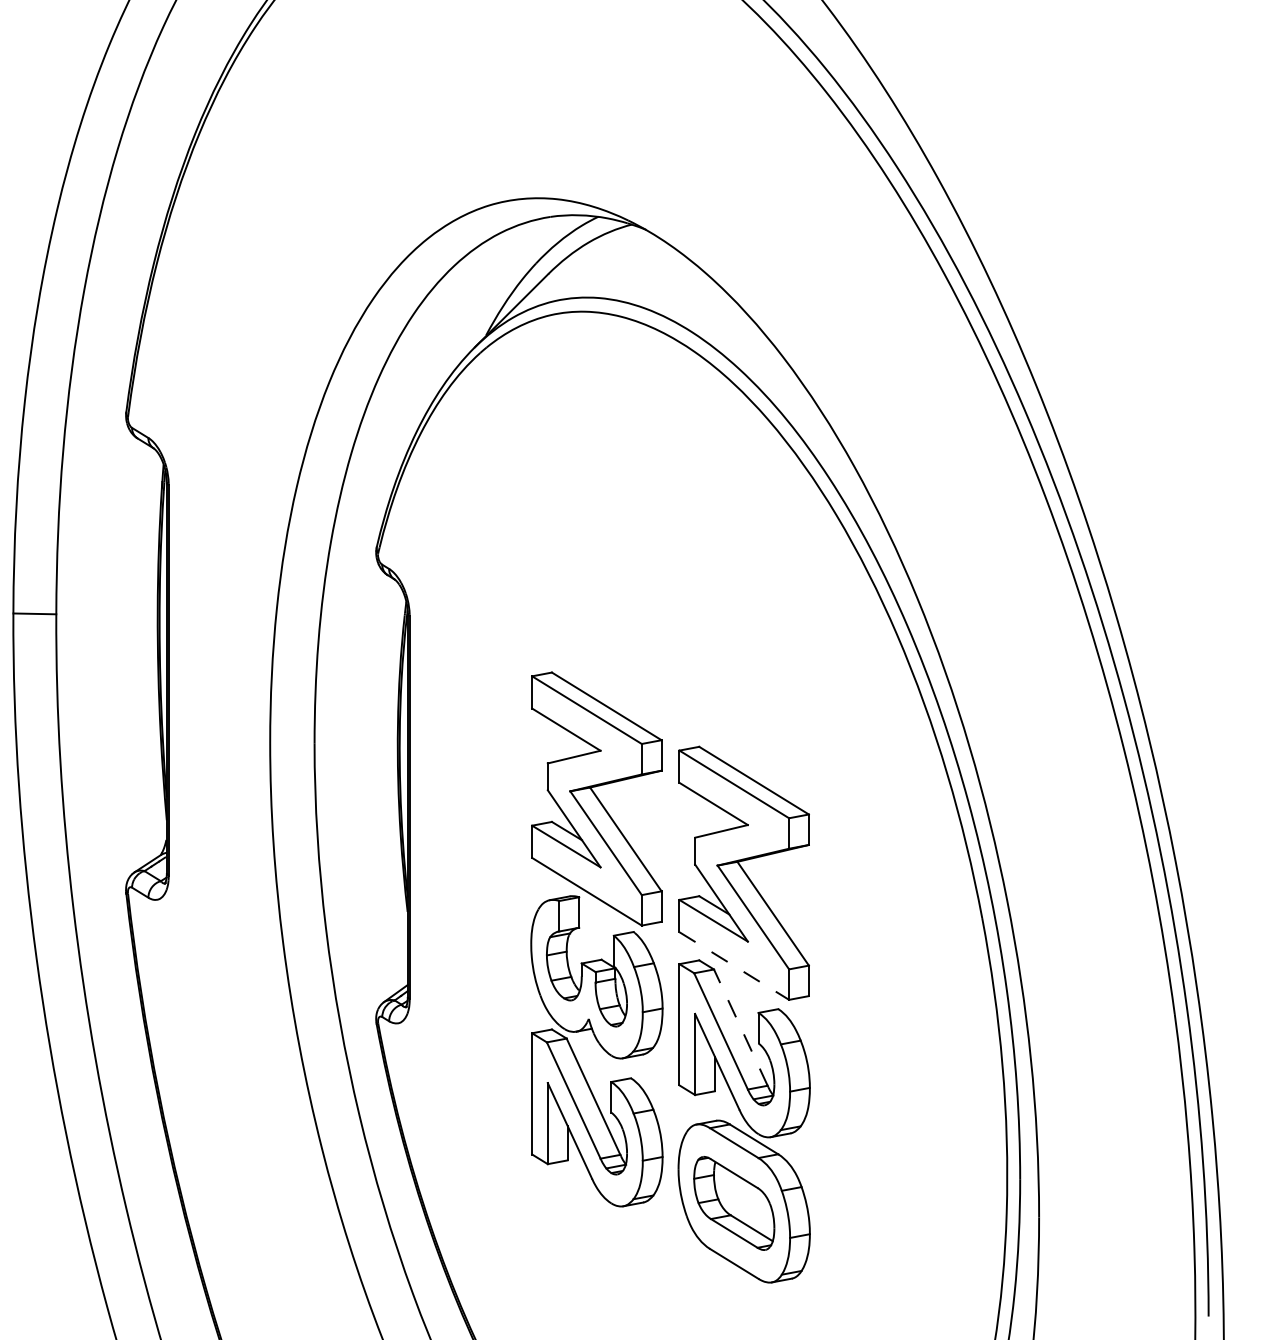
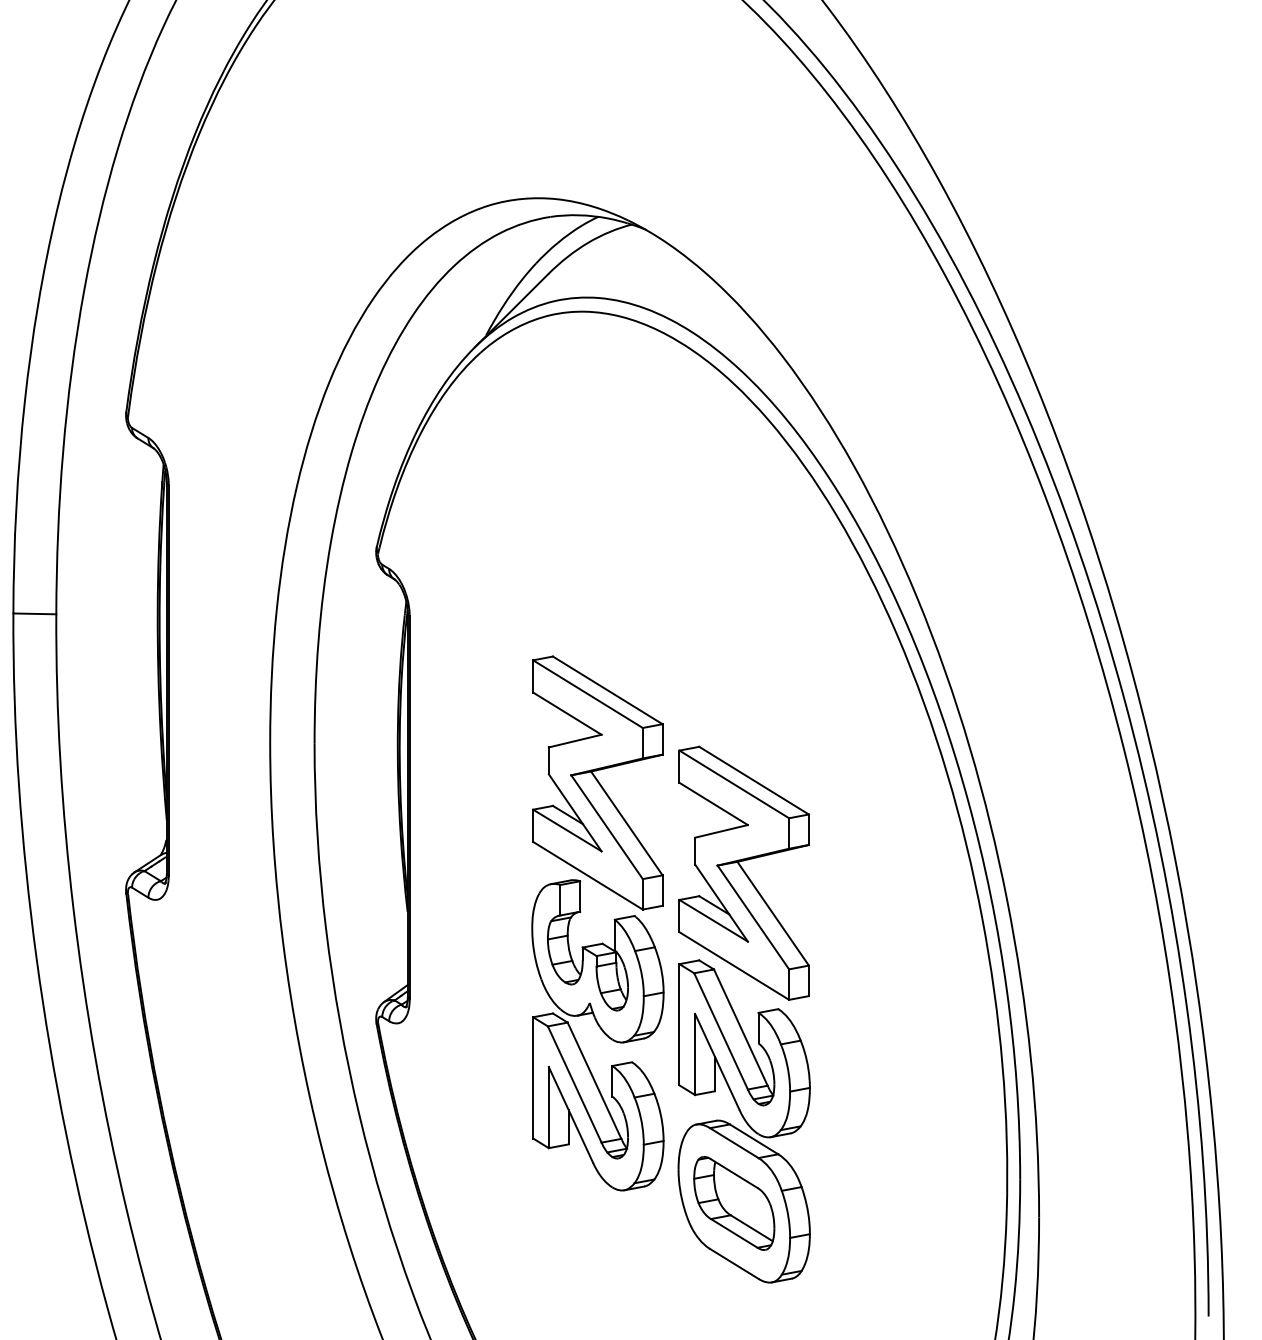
part at (612, 935) position: (612, 935) -> (613, 919)
line at (734, 966): dashed -> solid
line at (740, 1027): dashed -> solid
